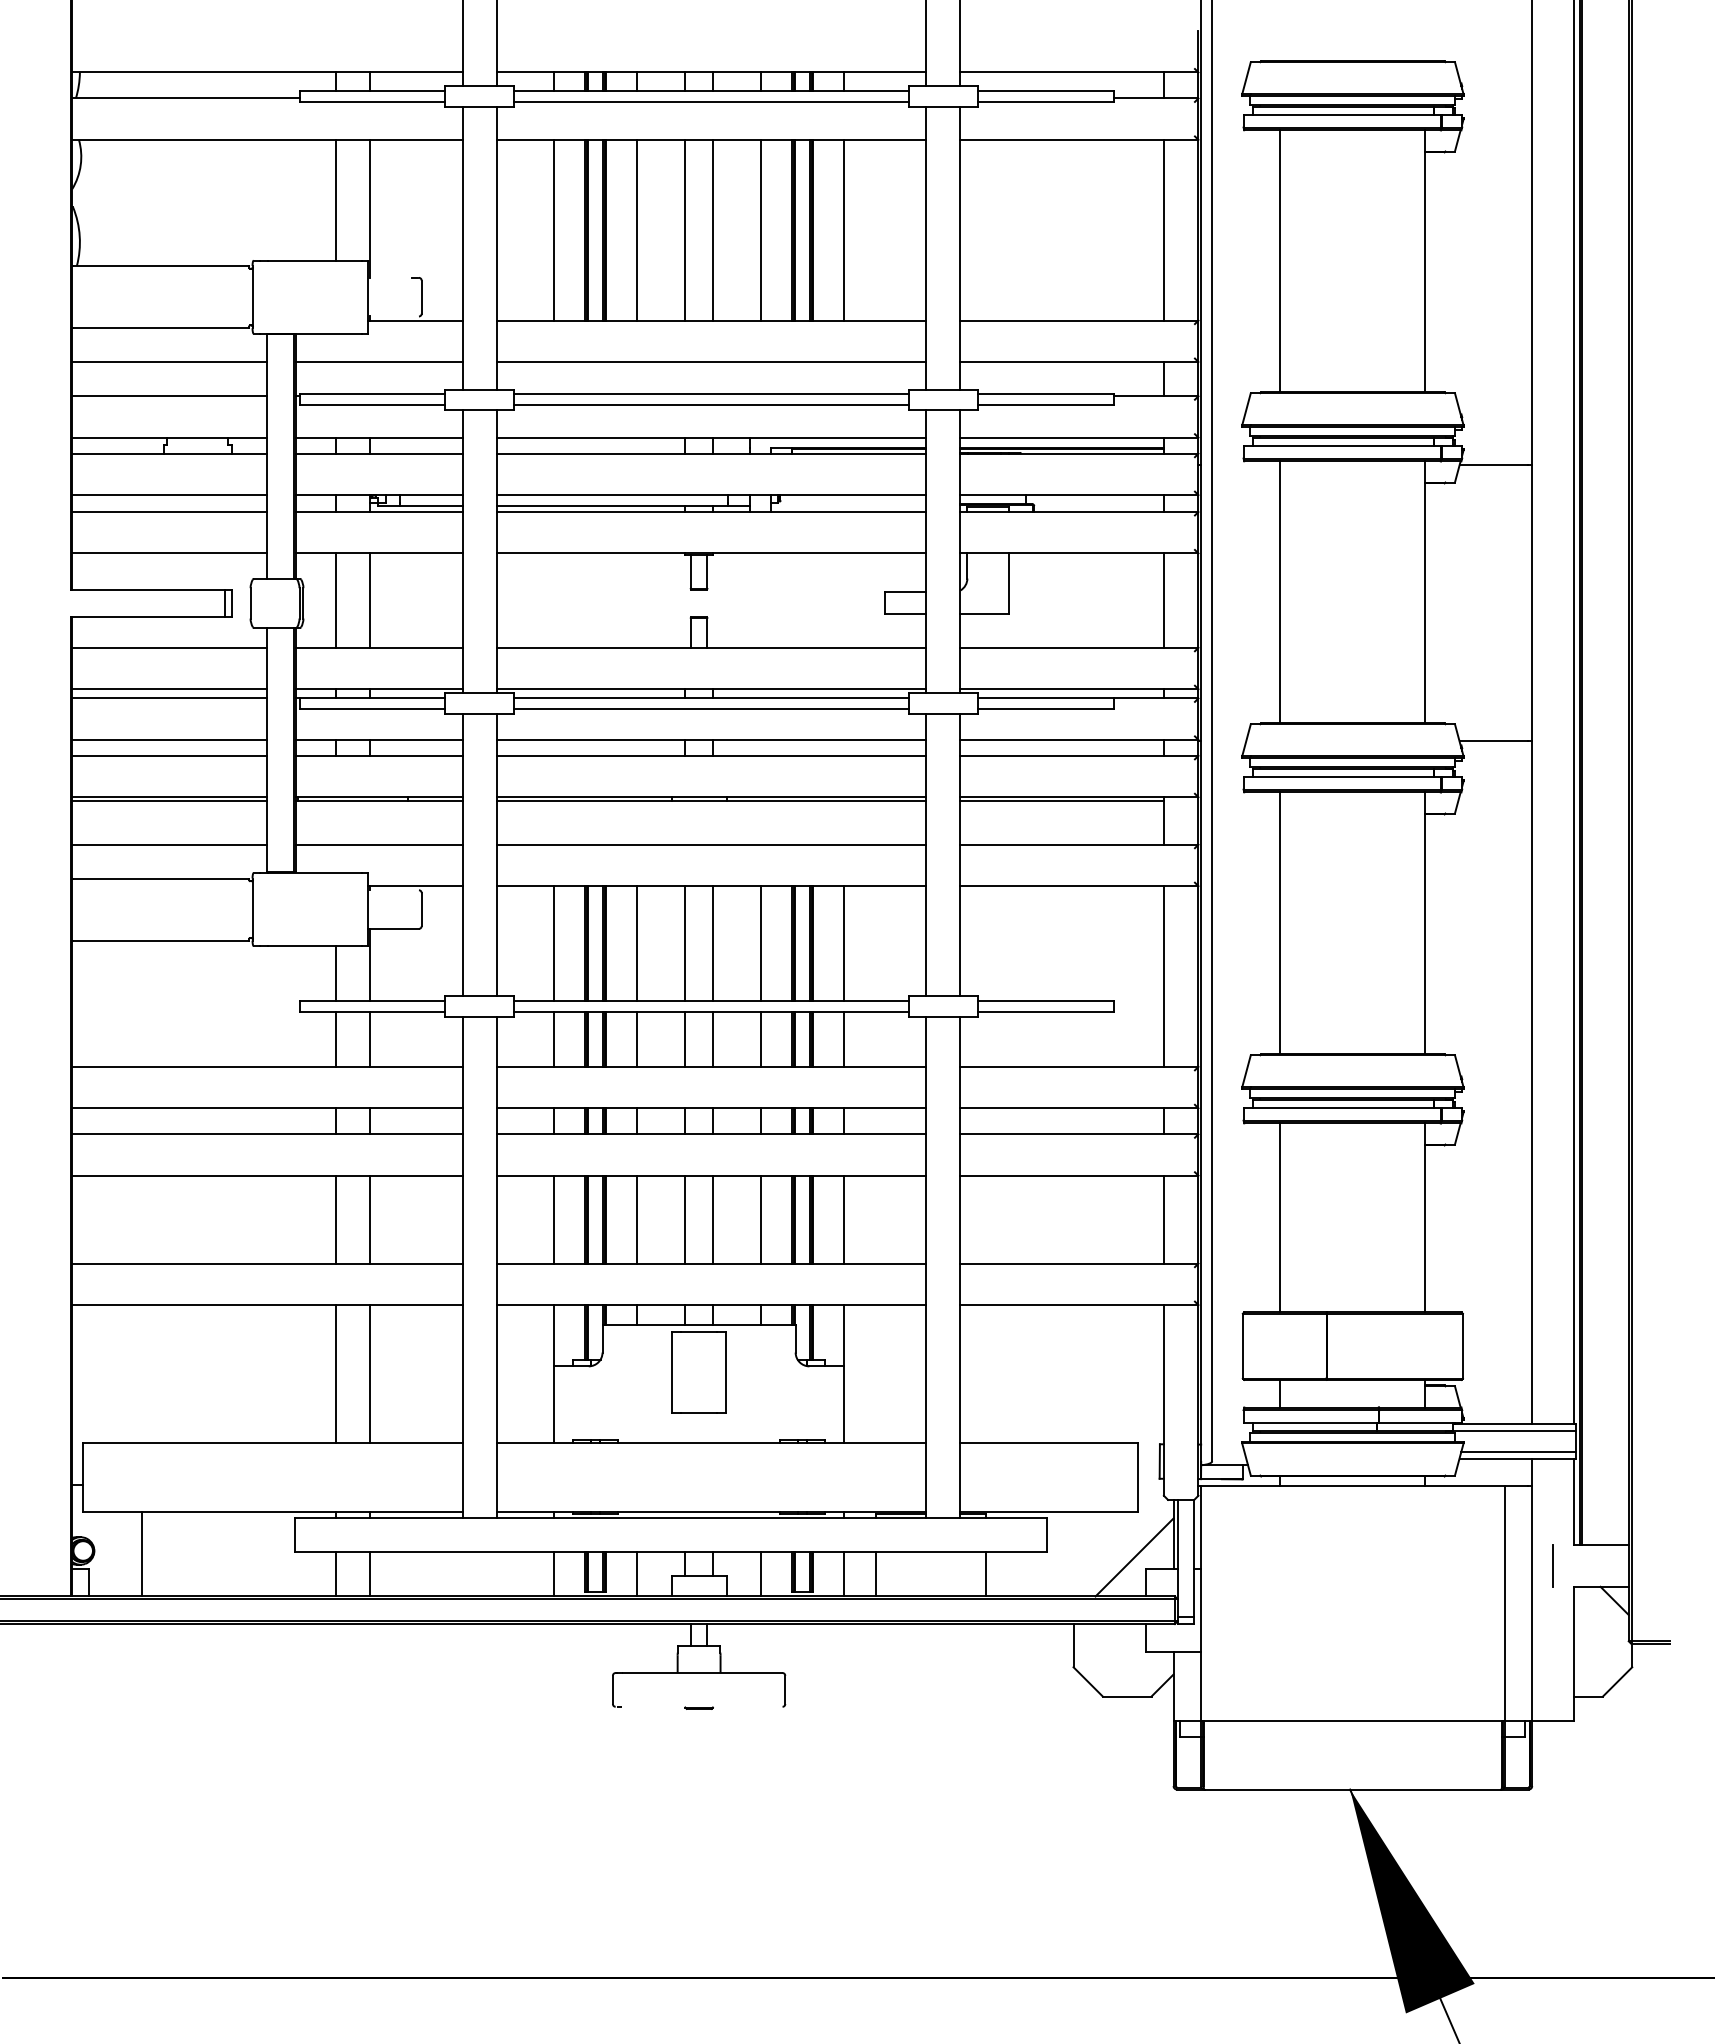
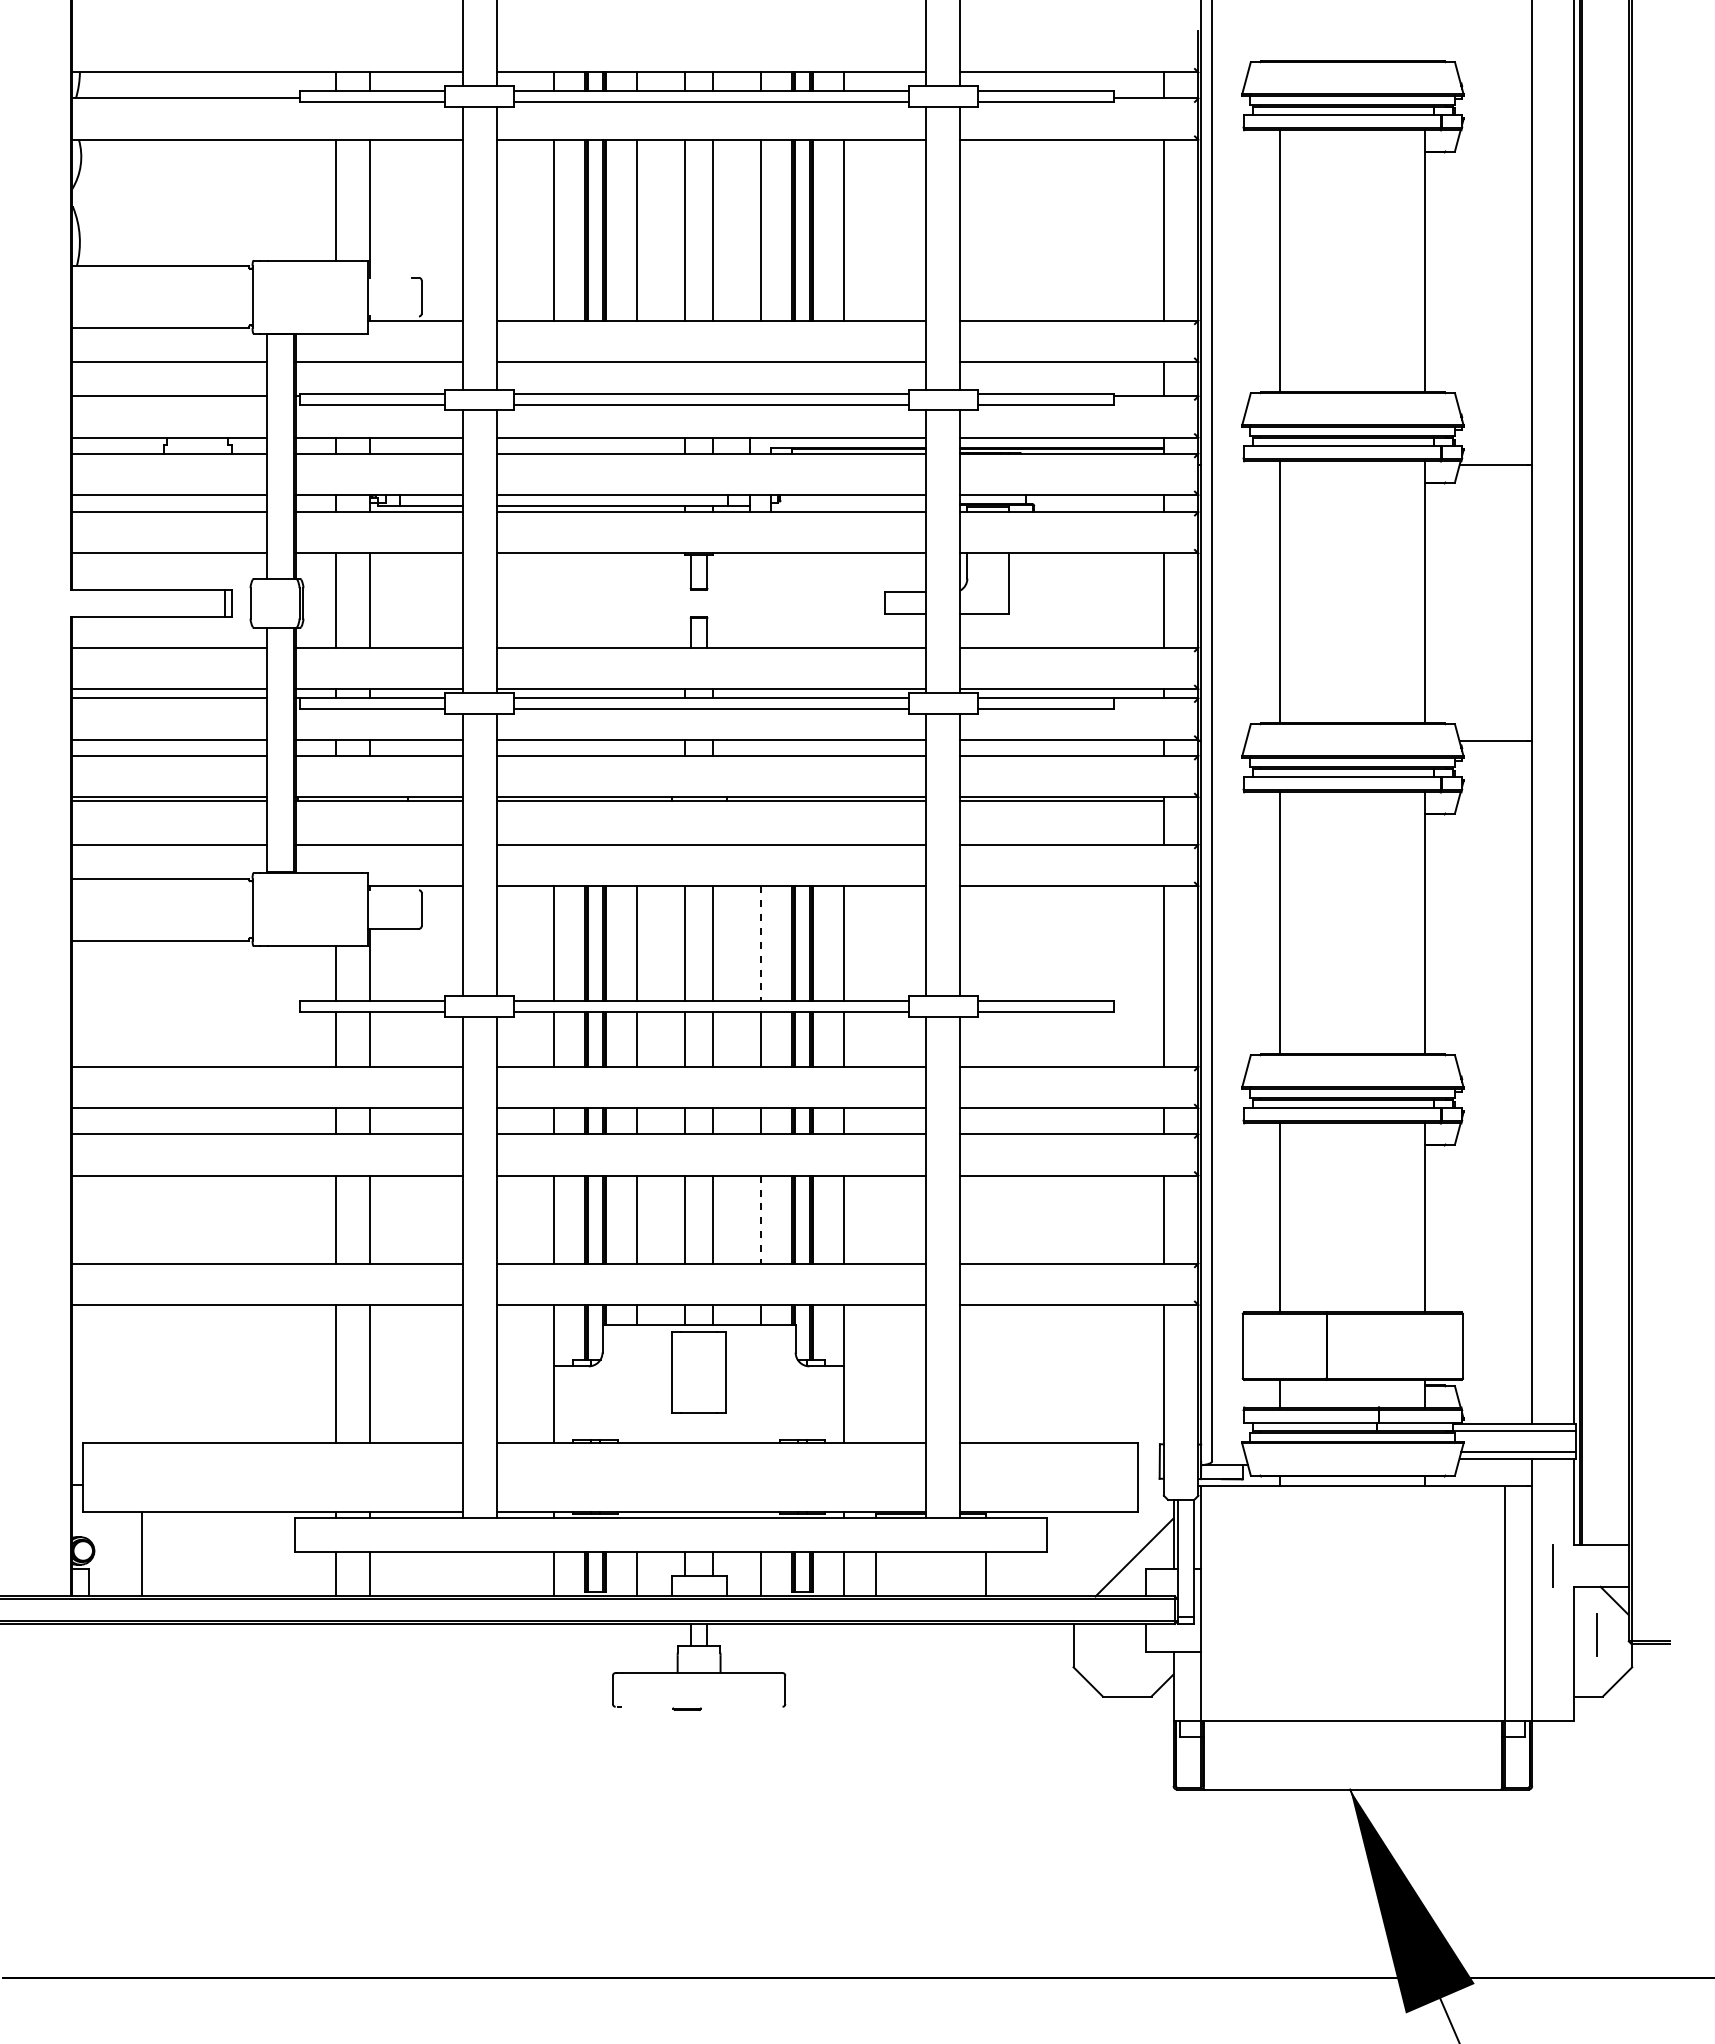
line at (761, 943): solid -> dashed
line at (761, 1219): solid -> dashed
line at (1596, 1634): none -> present
line at (698, 1707) position: (698, 1707) -> (686, 1708)
